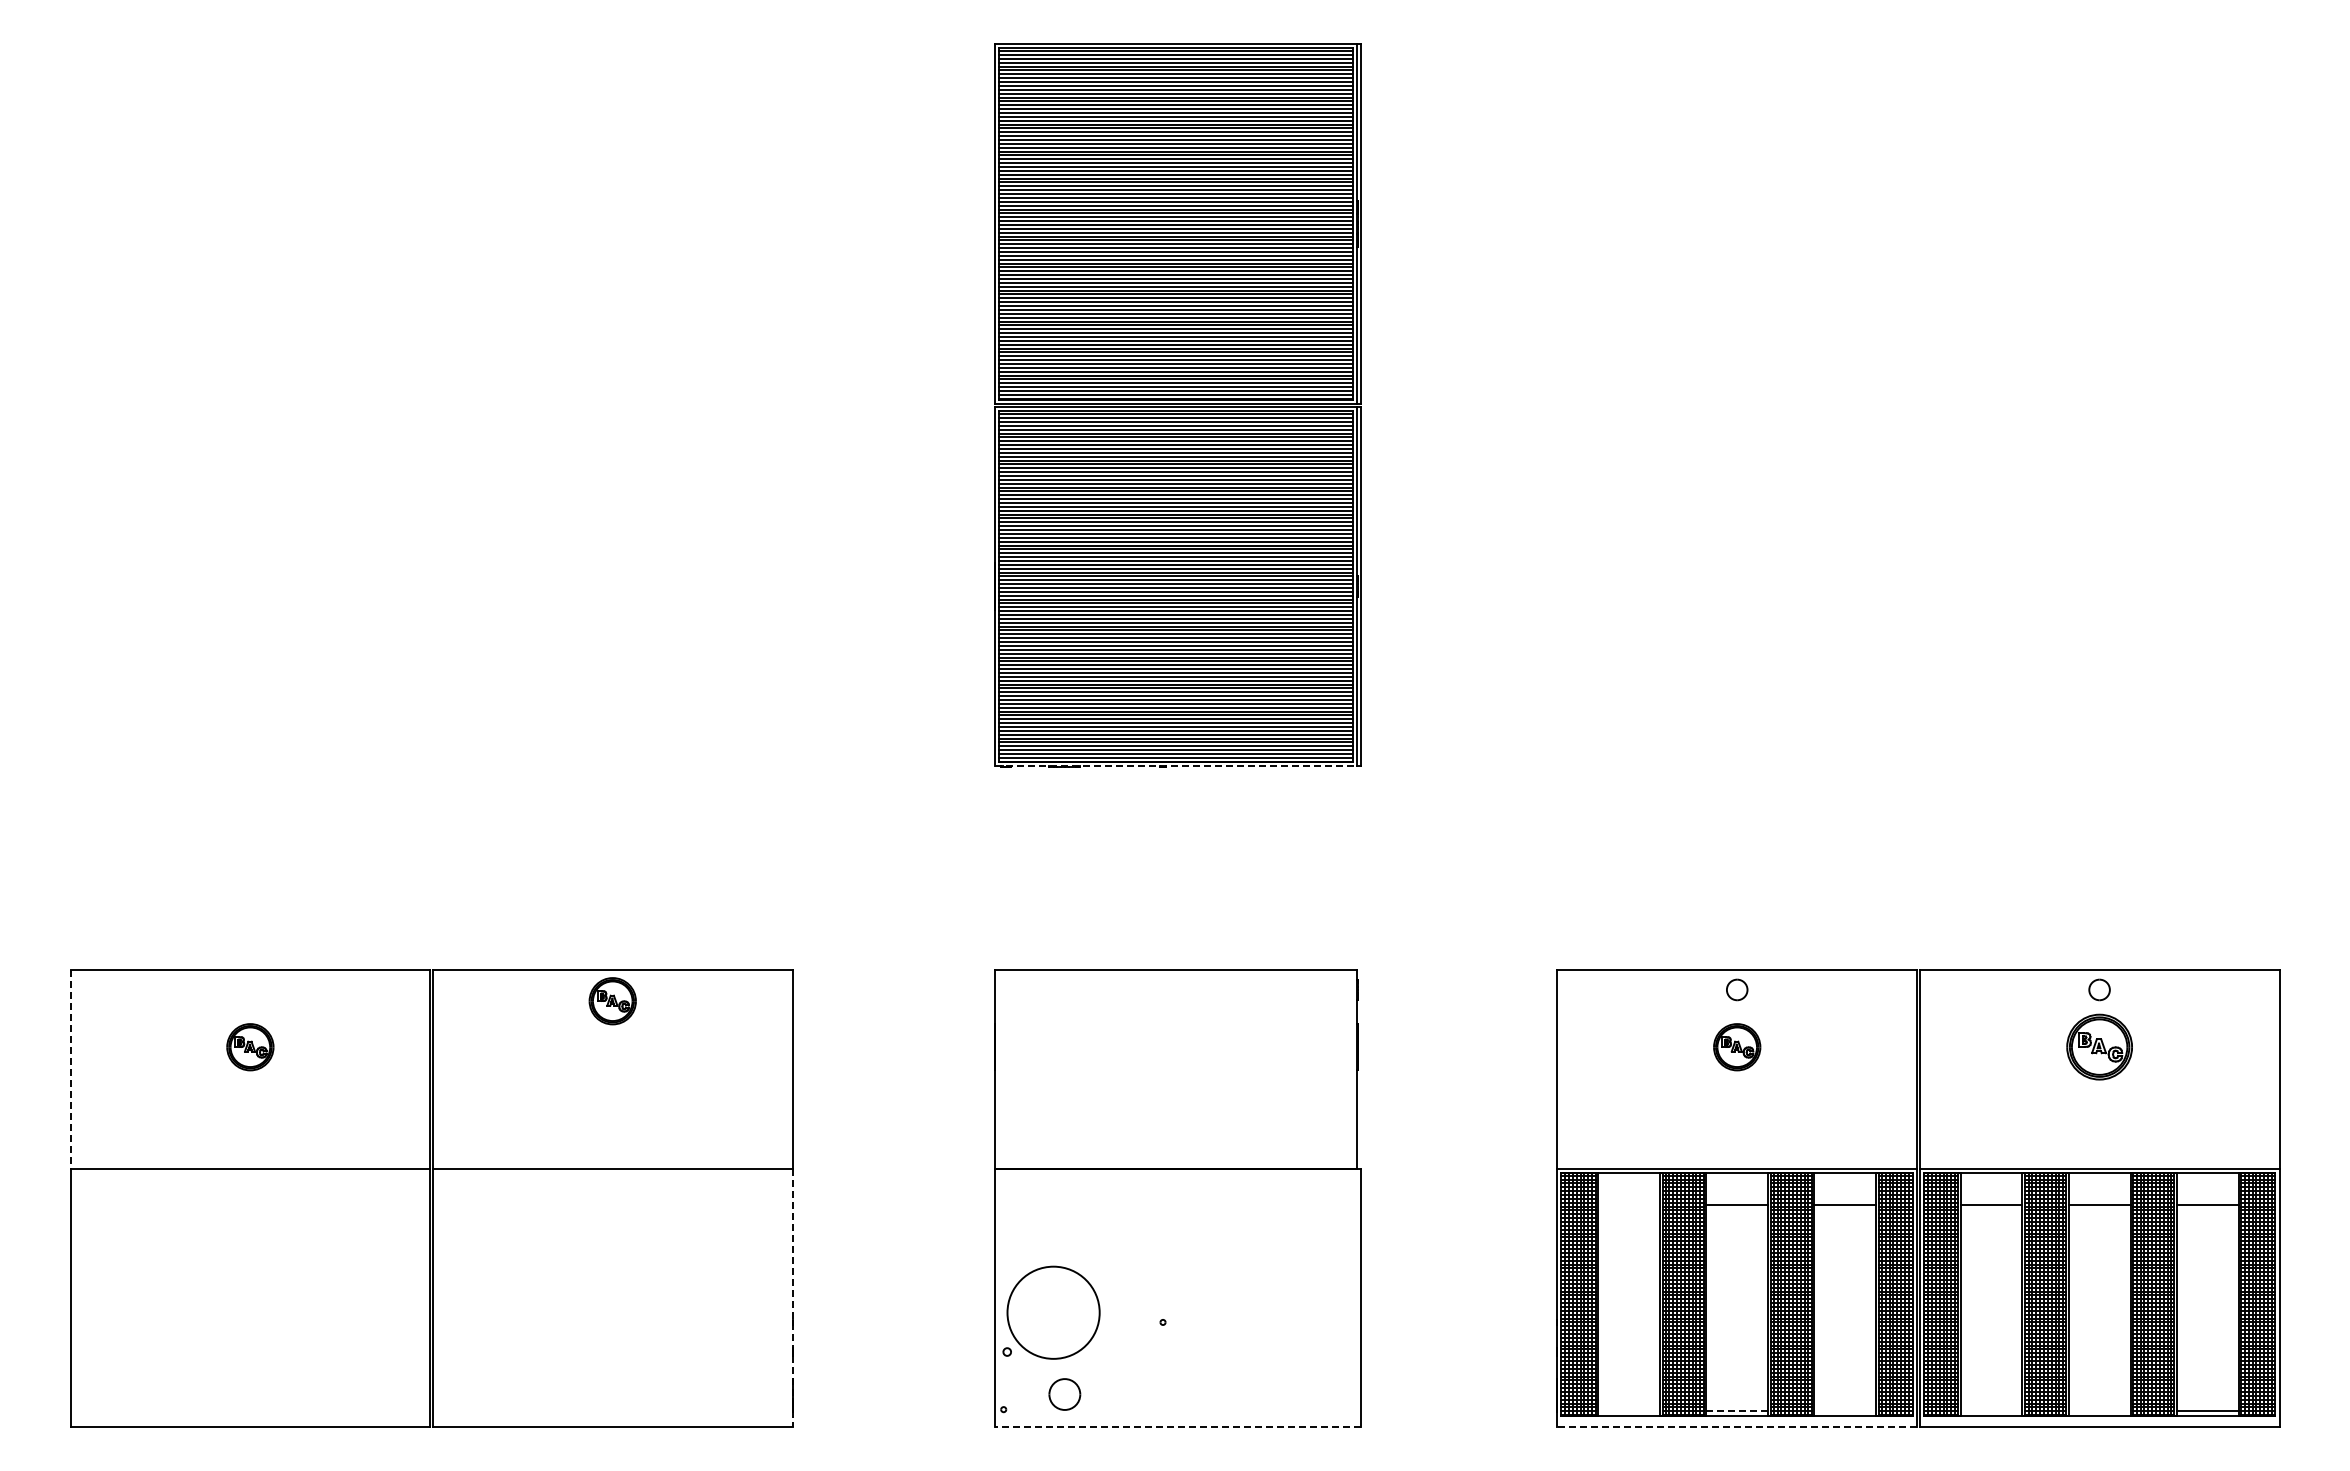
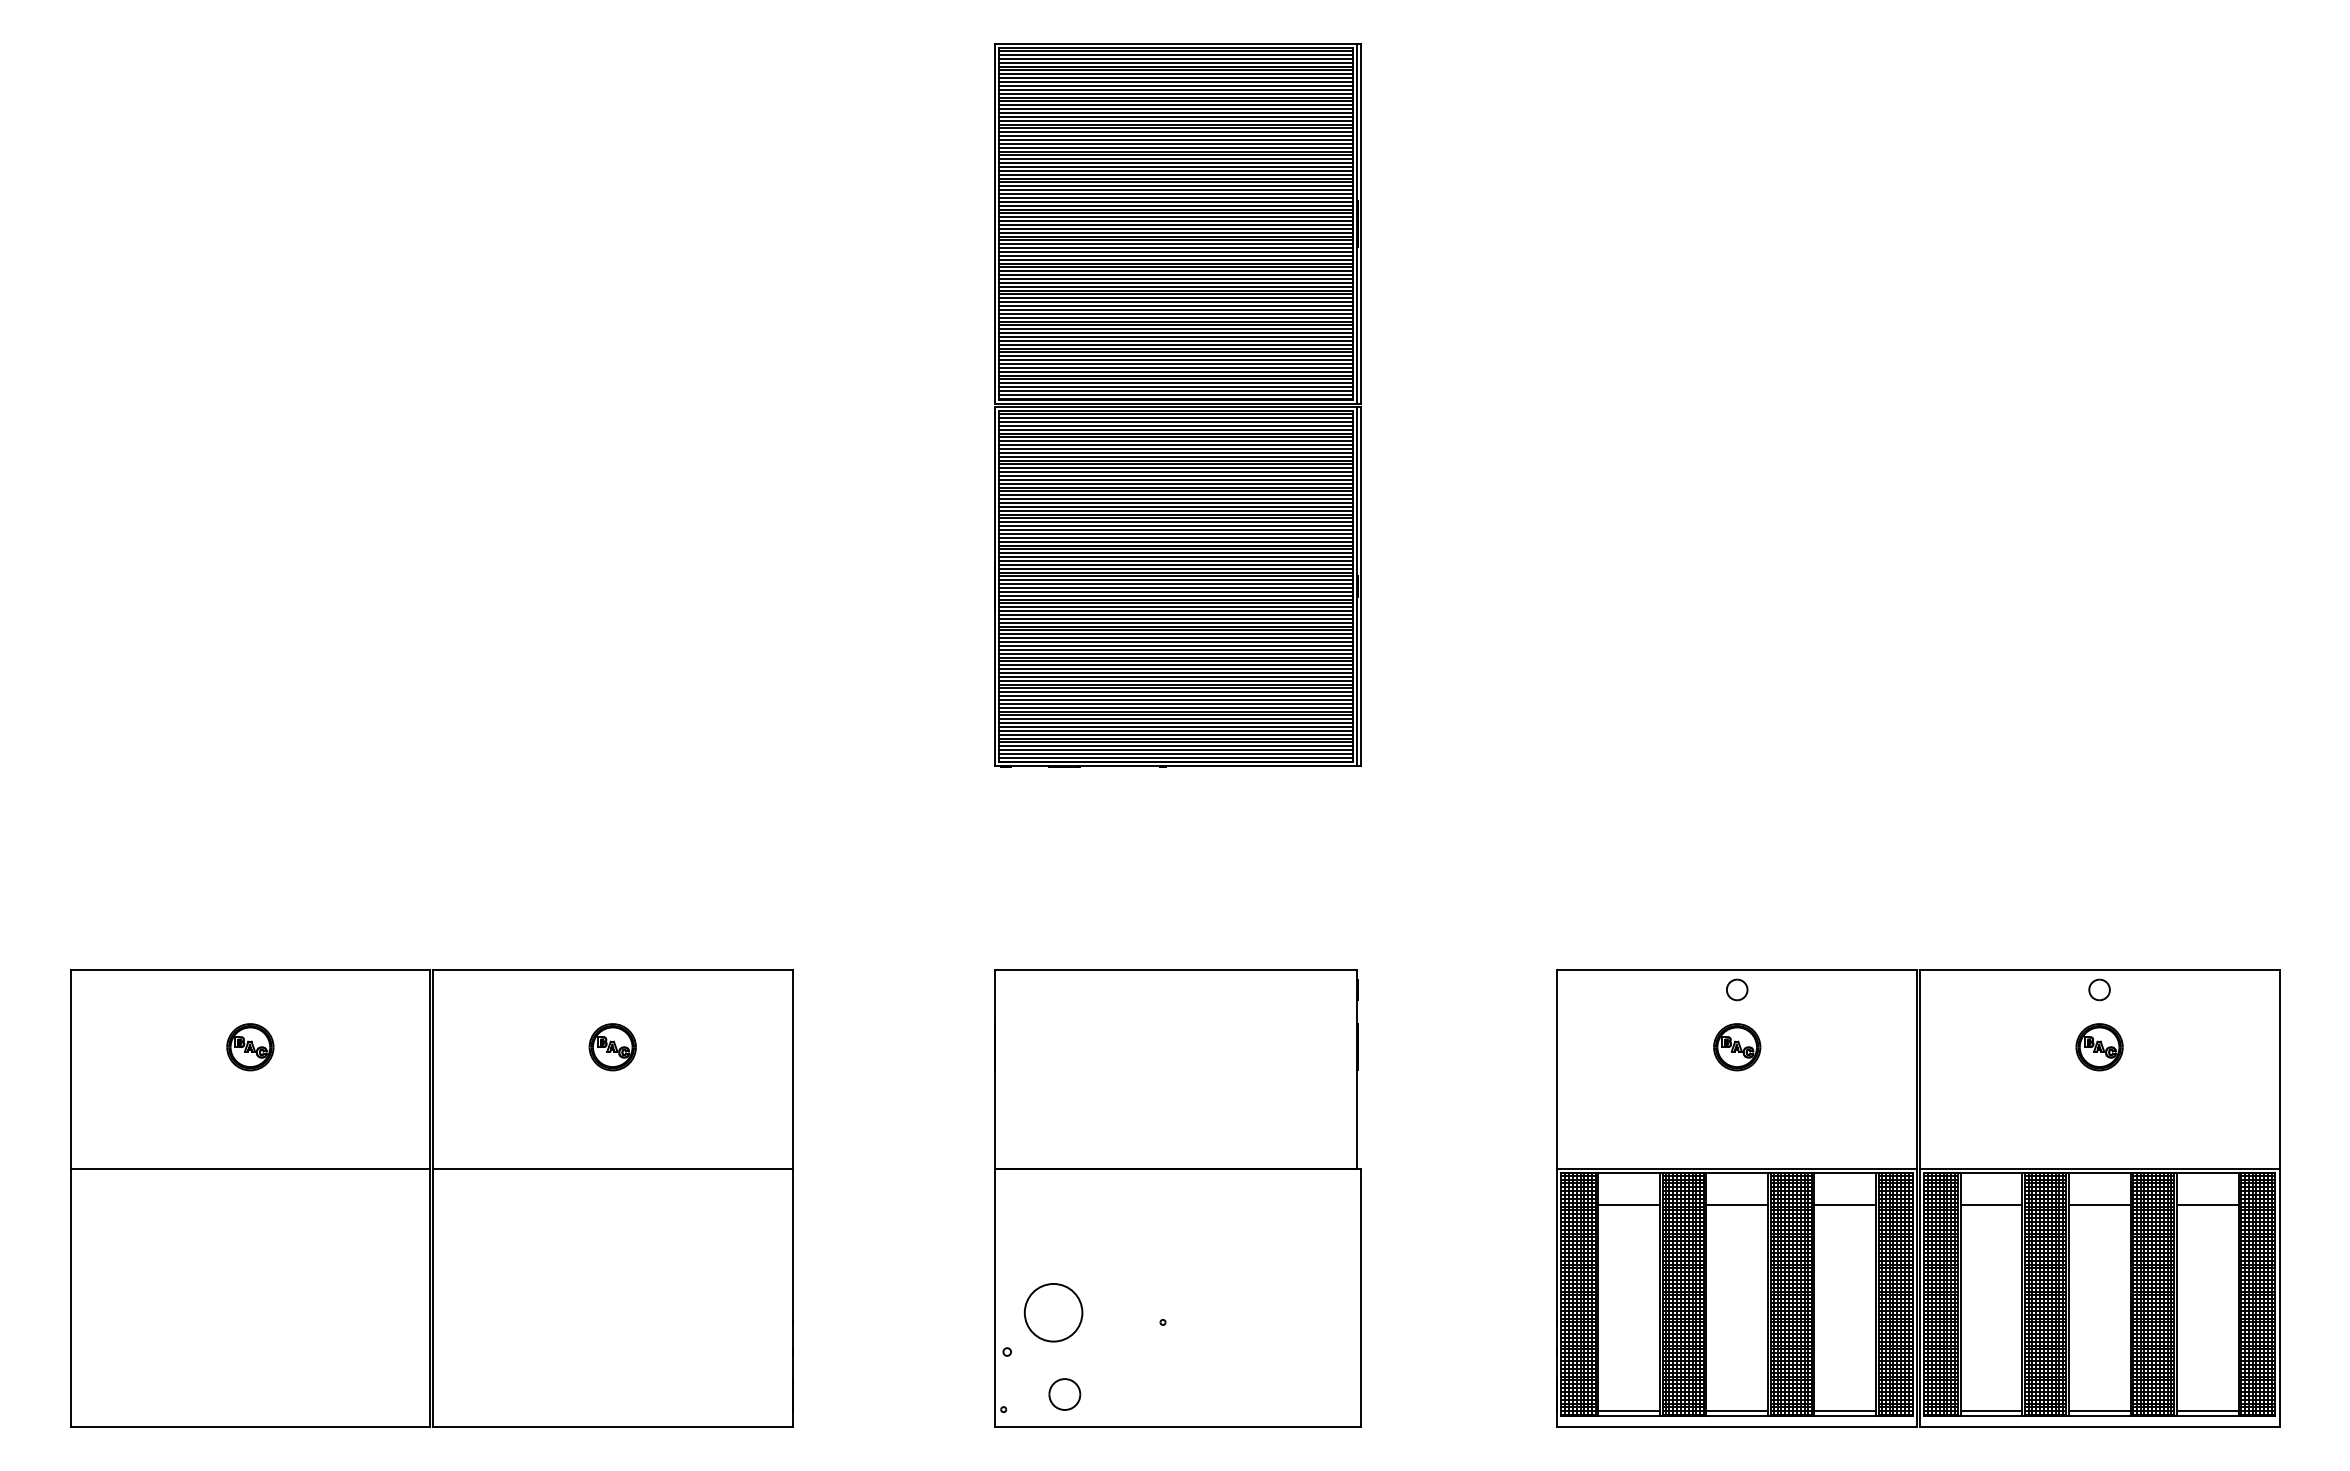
line at (1176, 766): dashed -> solid
part at (612, 1001) position: (612, 1001) -> (612, 1047)
part at (2099, 1046) size: 67x68 px -> 49x49 px
line at (70, 1069): dashed -> solid
line at (1628, 1205): none -> present
line at (792, 1297): dashed -> solid
circle at (1053, 1312) diameter: 92 px -> 58 px
line at (1628, 1411): none -> present
line at (1737, 1411): dashed -> solid
line at (1845, 1411): none -> present
line at (1991, 1411): none -> present
line at (2099, 1411): none -> present
line at (1177, 1426): dashed -> solid
line at (1737, 1426): dashed -> solid
